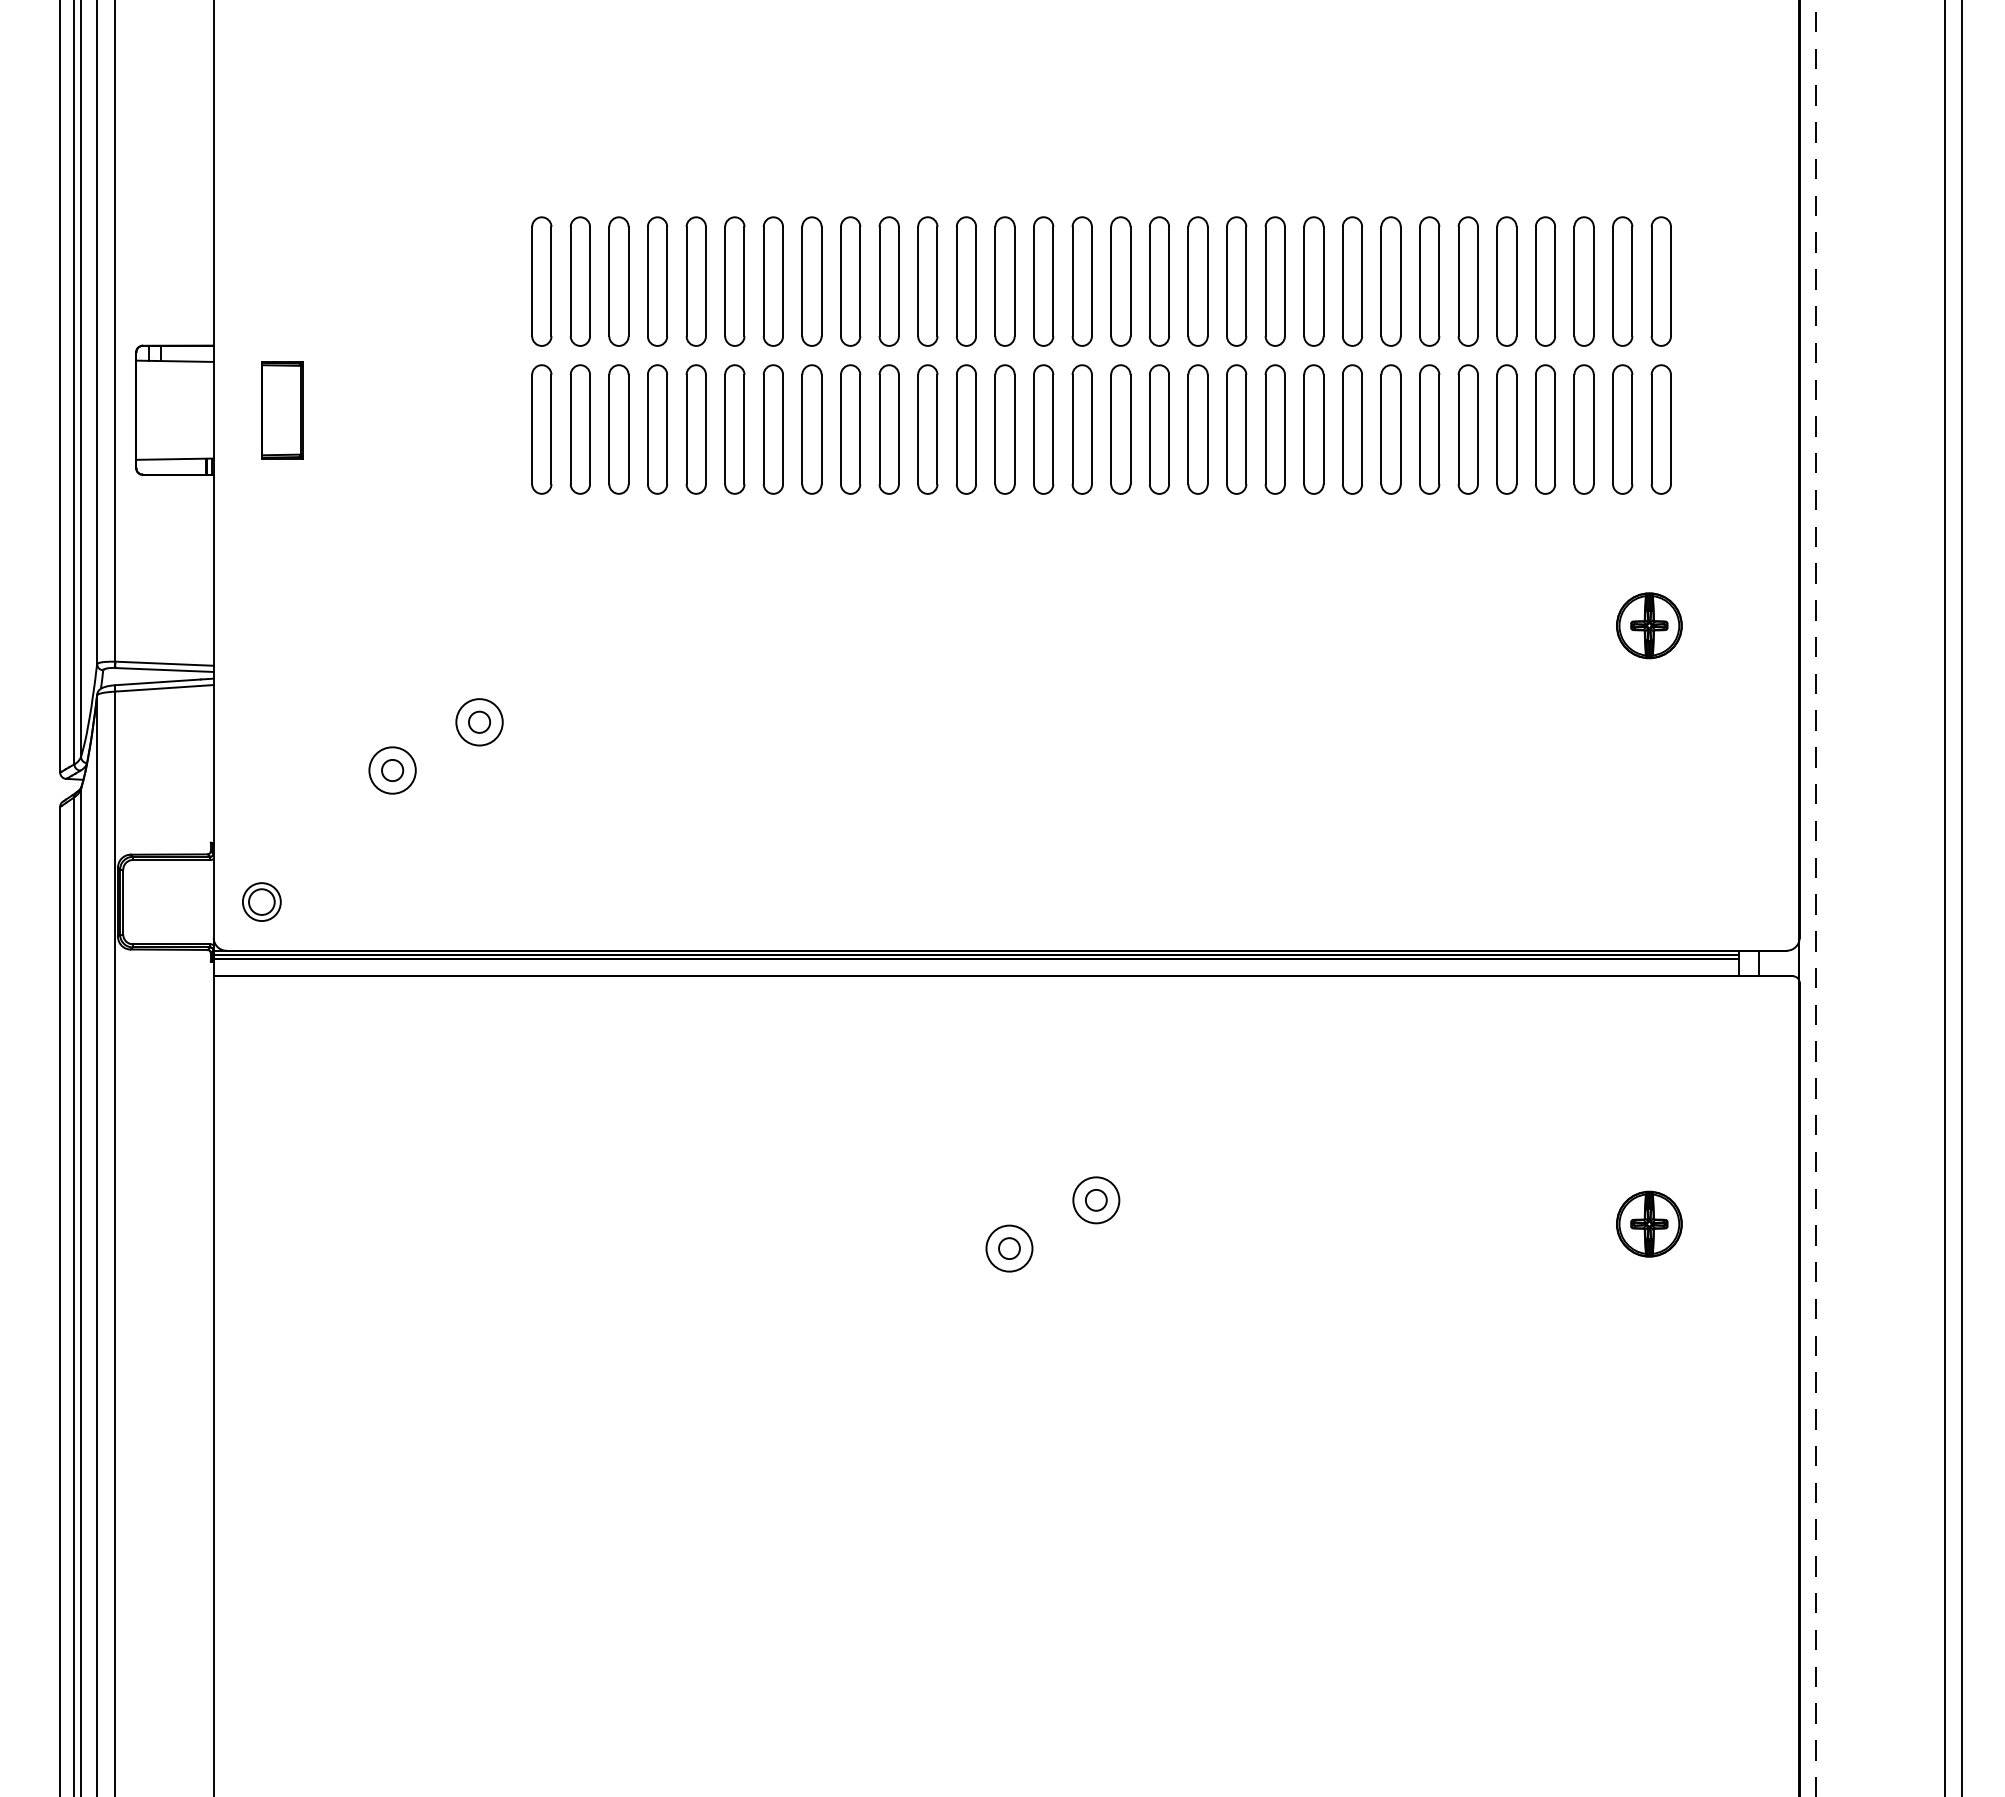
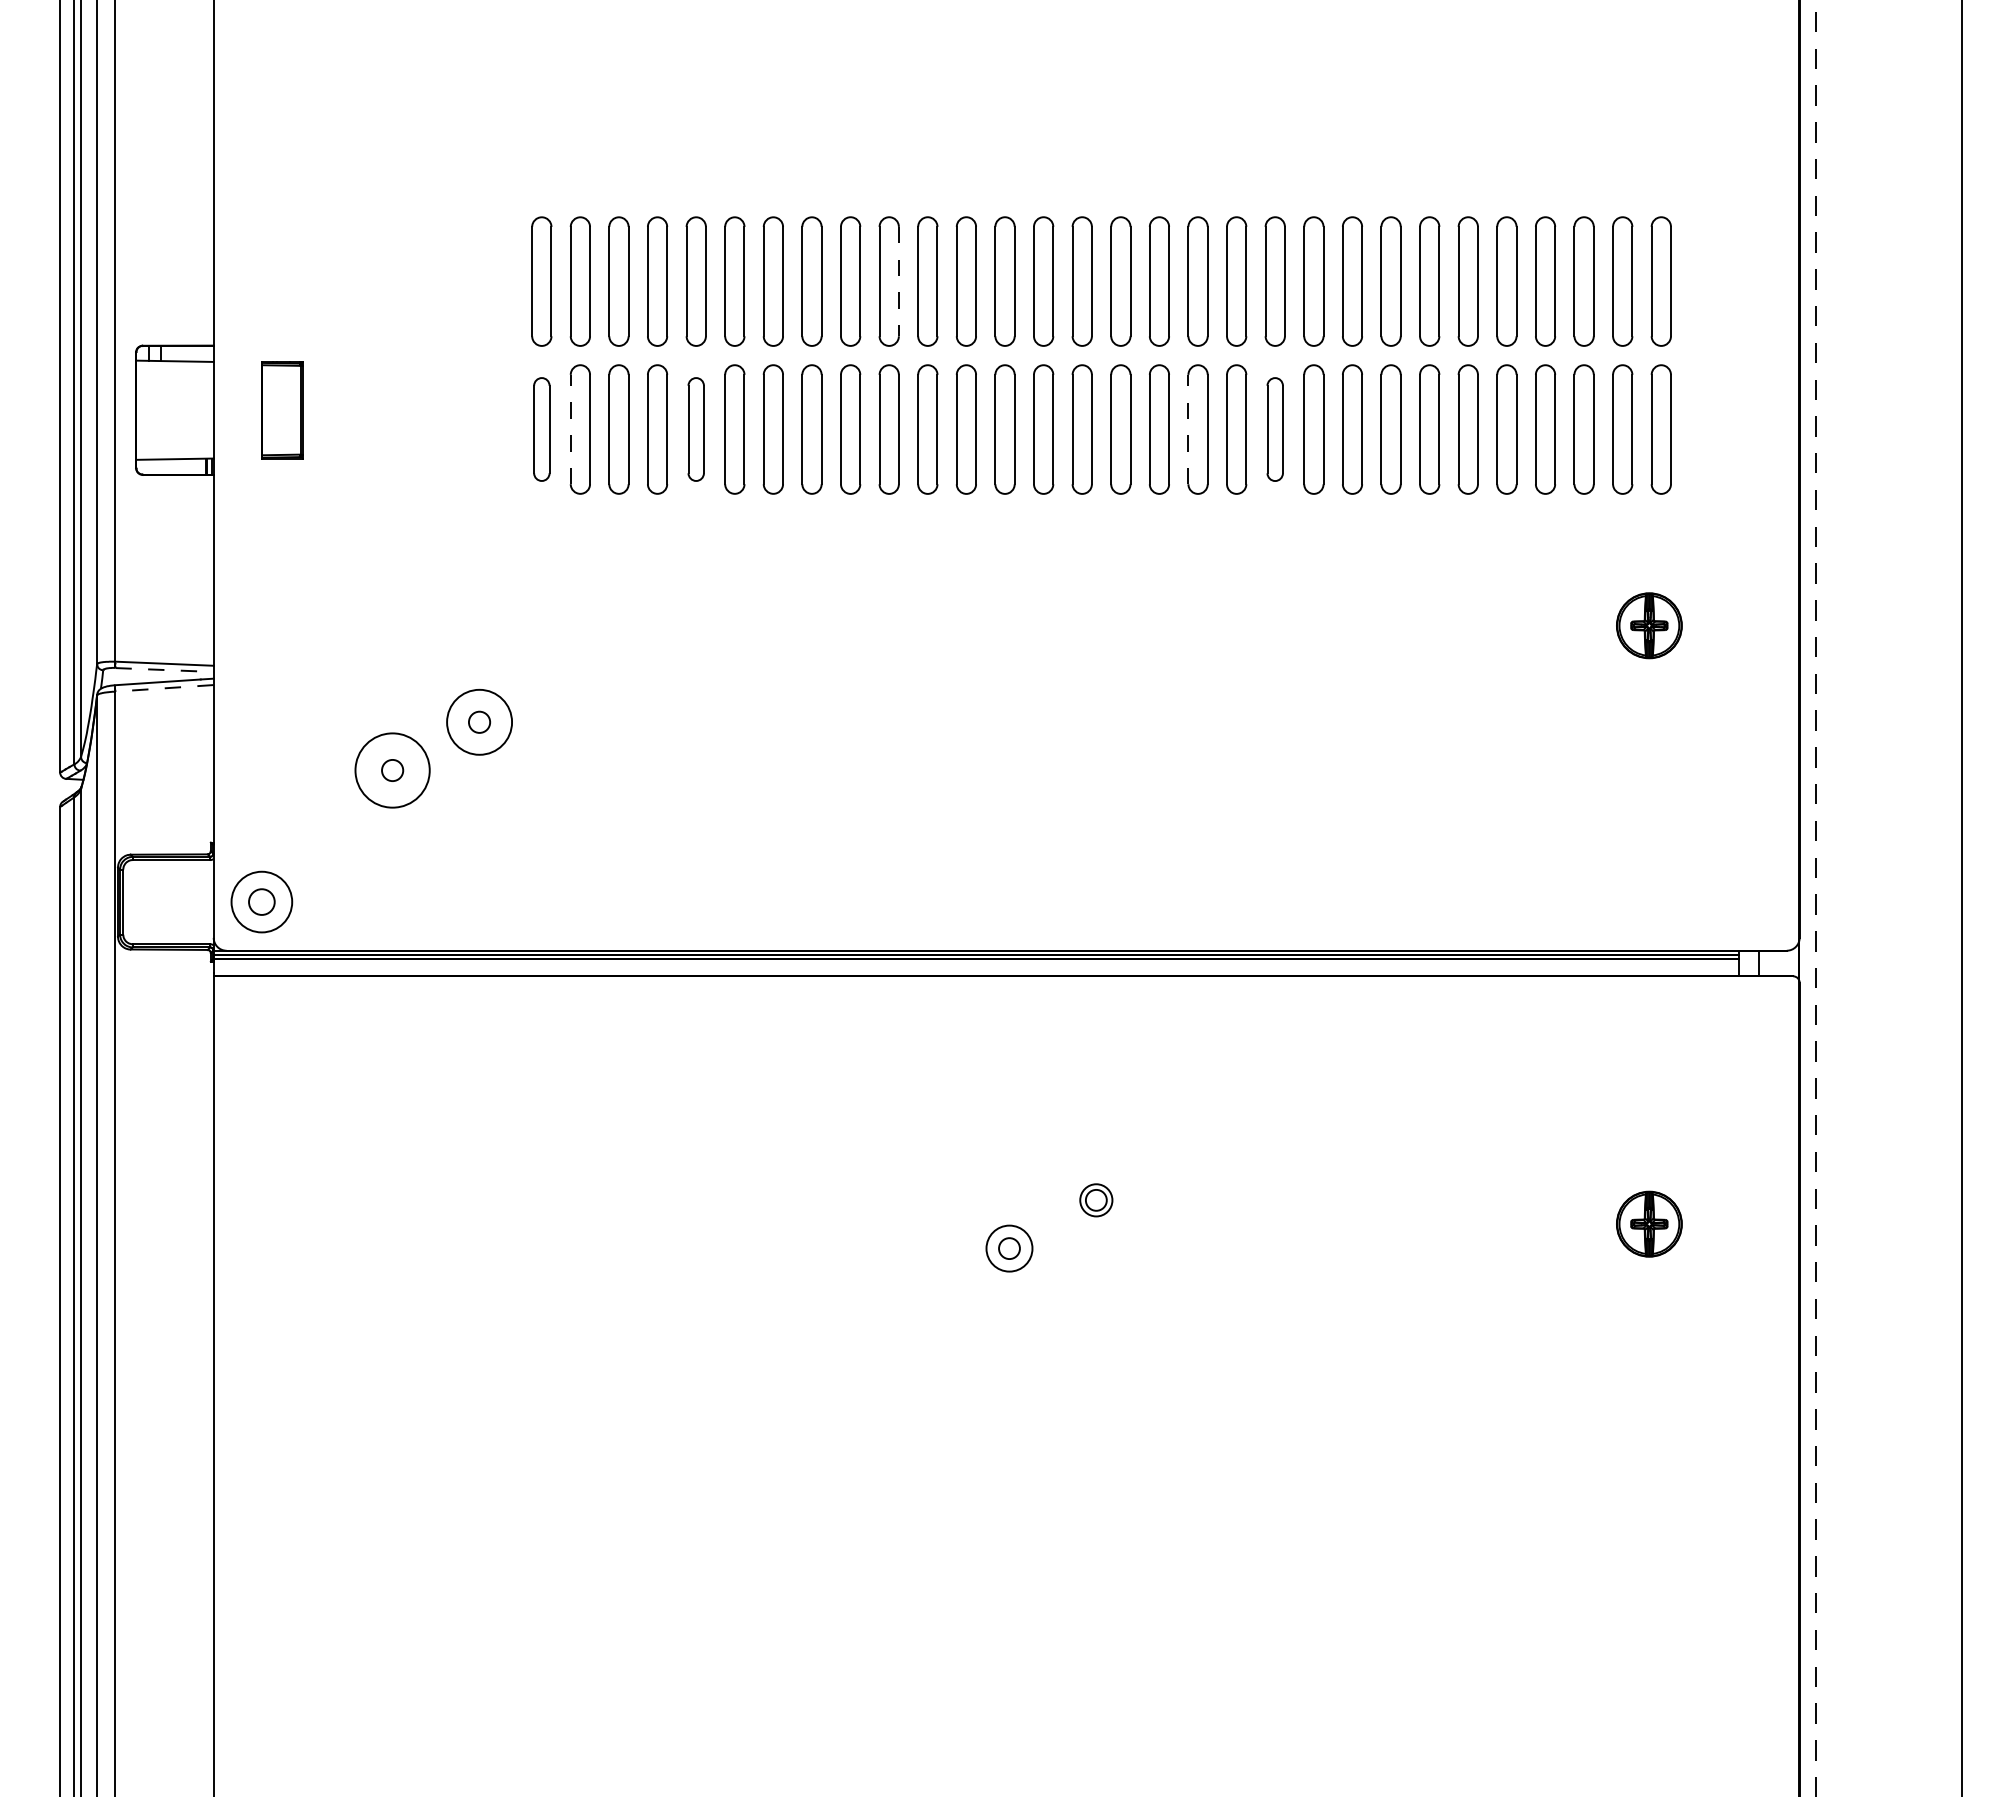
line at (898, 281): solid -> dashed
part at (541, 429) size: 22x131 px -> 18x105 px
line at (570, 429): solid -> dashed
part at (695, 429) size: 22x131 px -> 18x105 px
line at (1188, 429): solid -> dashed
part at (1274, 429) size: 22x131 px -> 18x105 px
line at (165, 670): solid -> dashed
line at (164, 688): solid -> dashed
circle at (479, 722) diameter: 46 px -> 65 px
circle at (392, 770) diameter: 46 px -> 74 px
line at (1944, 897): present -> none
circle at (261, 902) diameter: 38 px -> 61 px
circle at (1096, 1200) diameter: 46 px -> 32 px
